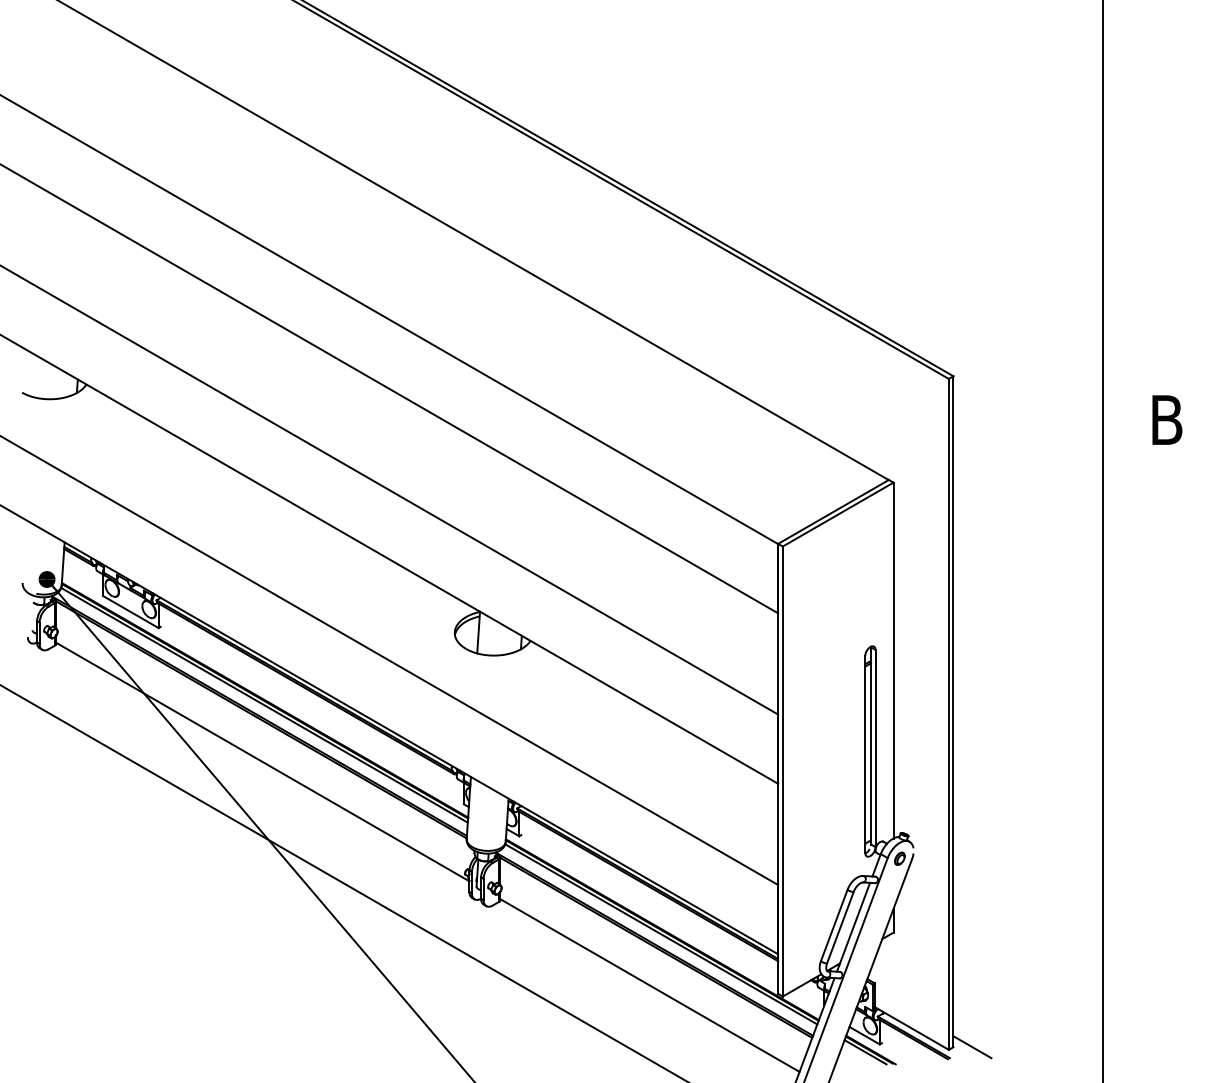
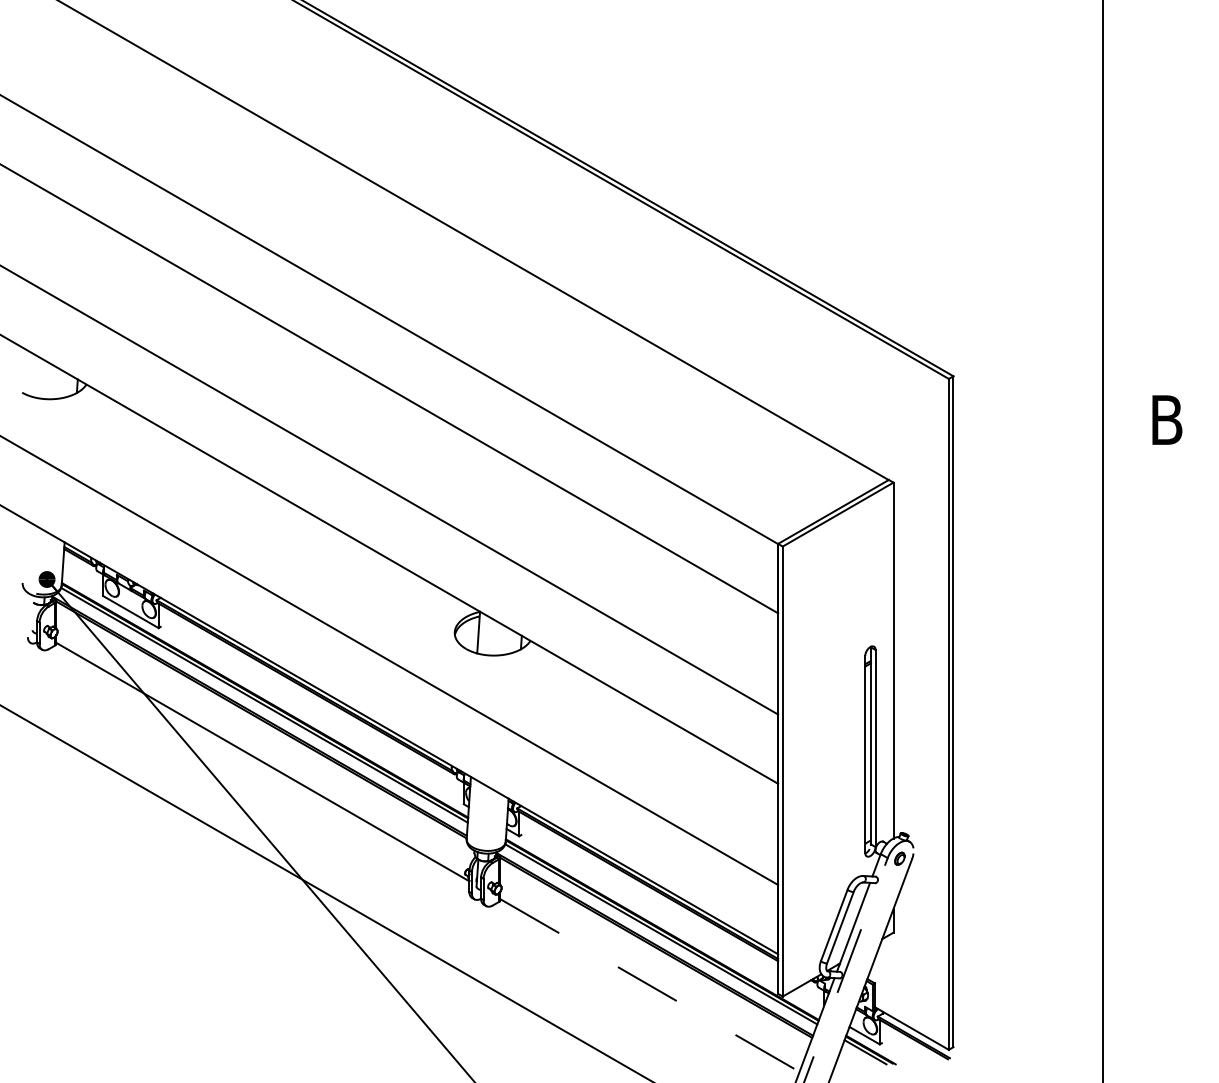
line at (342, 882) position: (342, 882) -> (325, 892)
line at (845, 970): solid -> dashed
line at (650, 985): solid -> dashed
line at (972, 1047): present -> none
